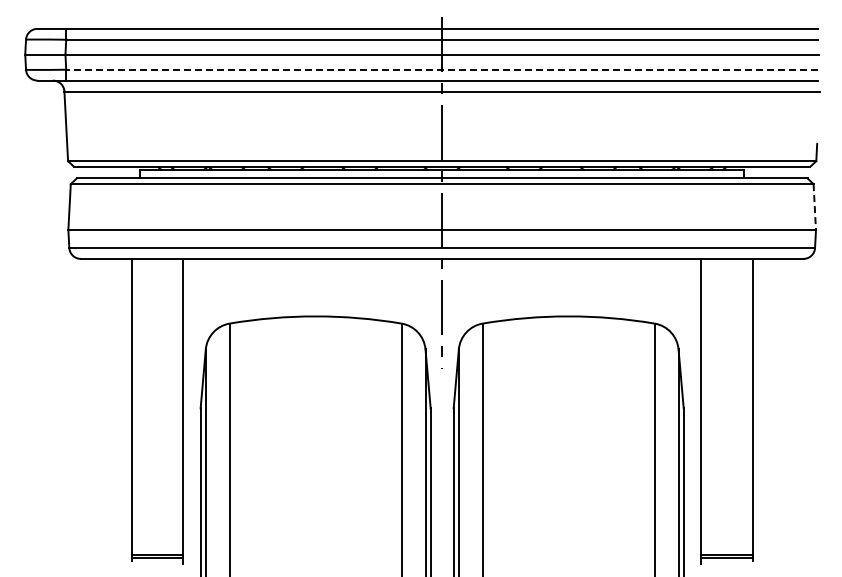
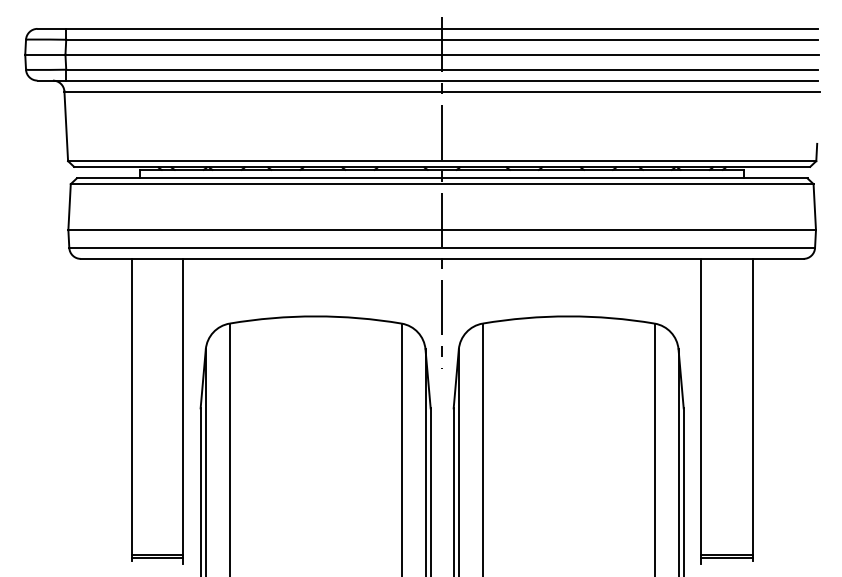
line at (442, 69): dashed -> solid
line at (814, 207): dashed -> solid
